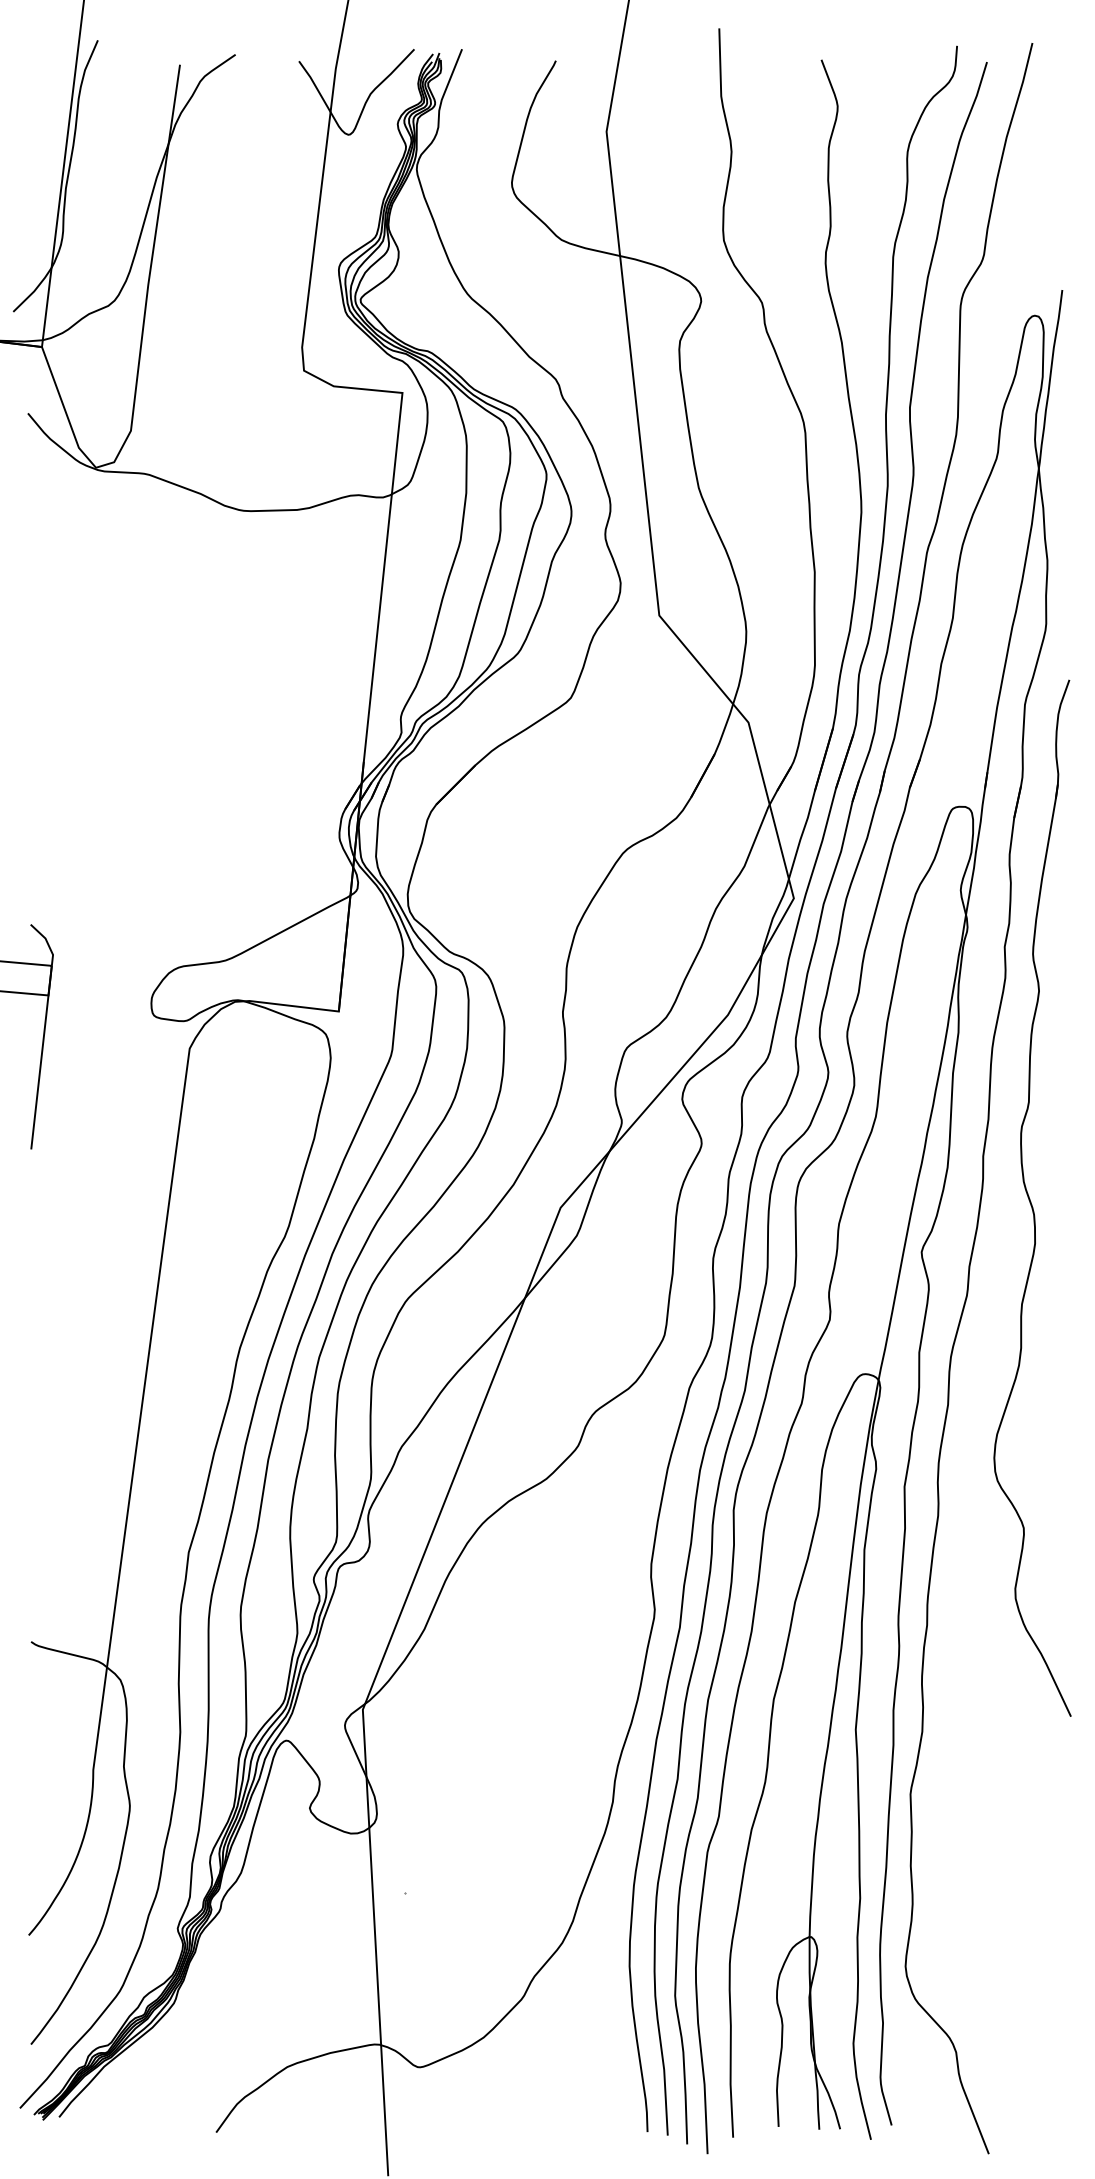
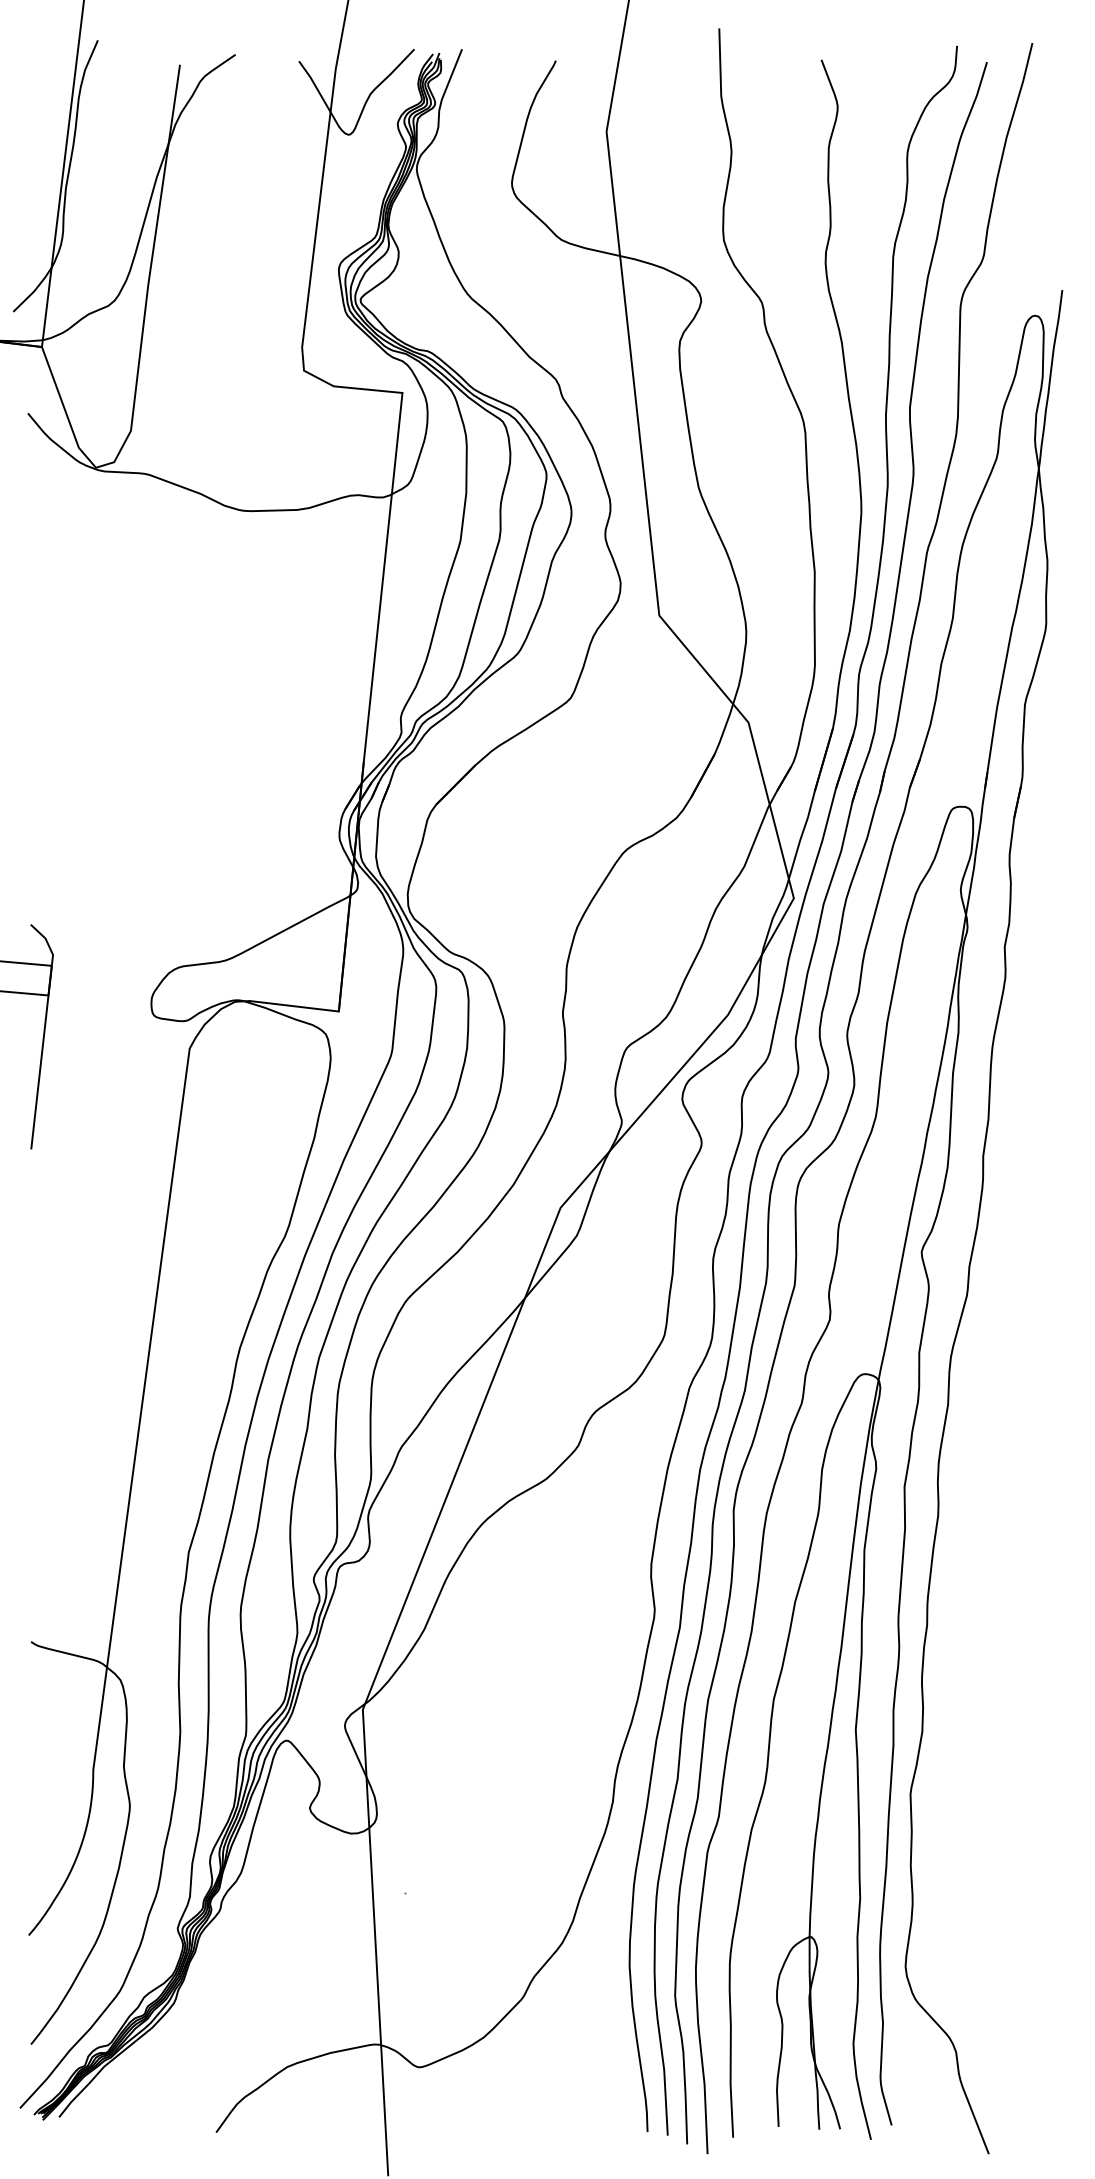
part at (1032, 1197): present -> none
